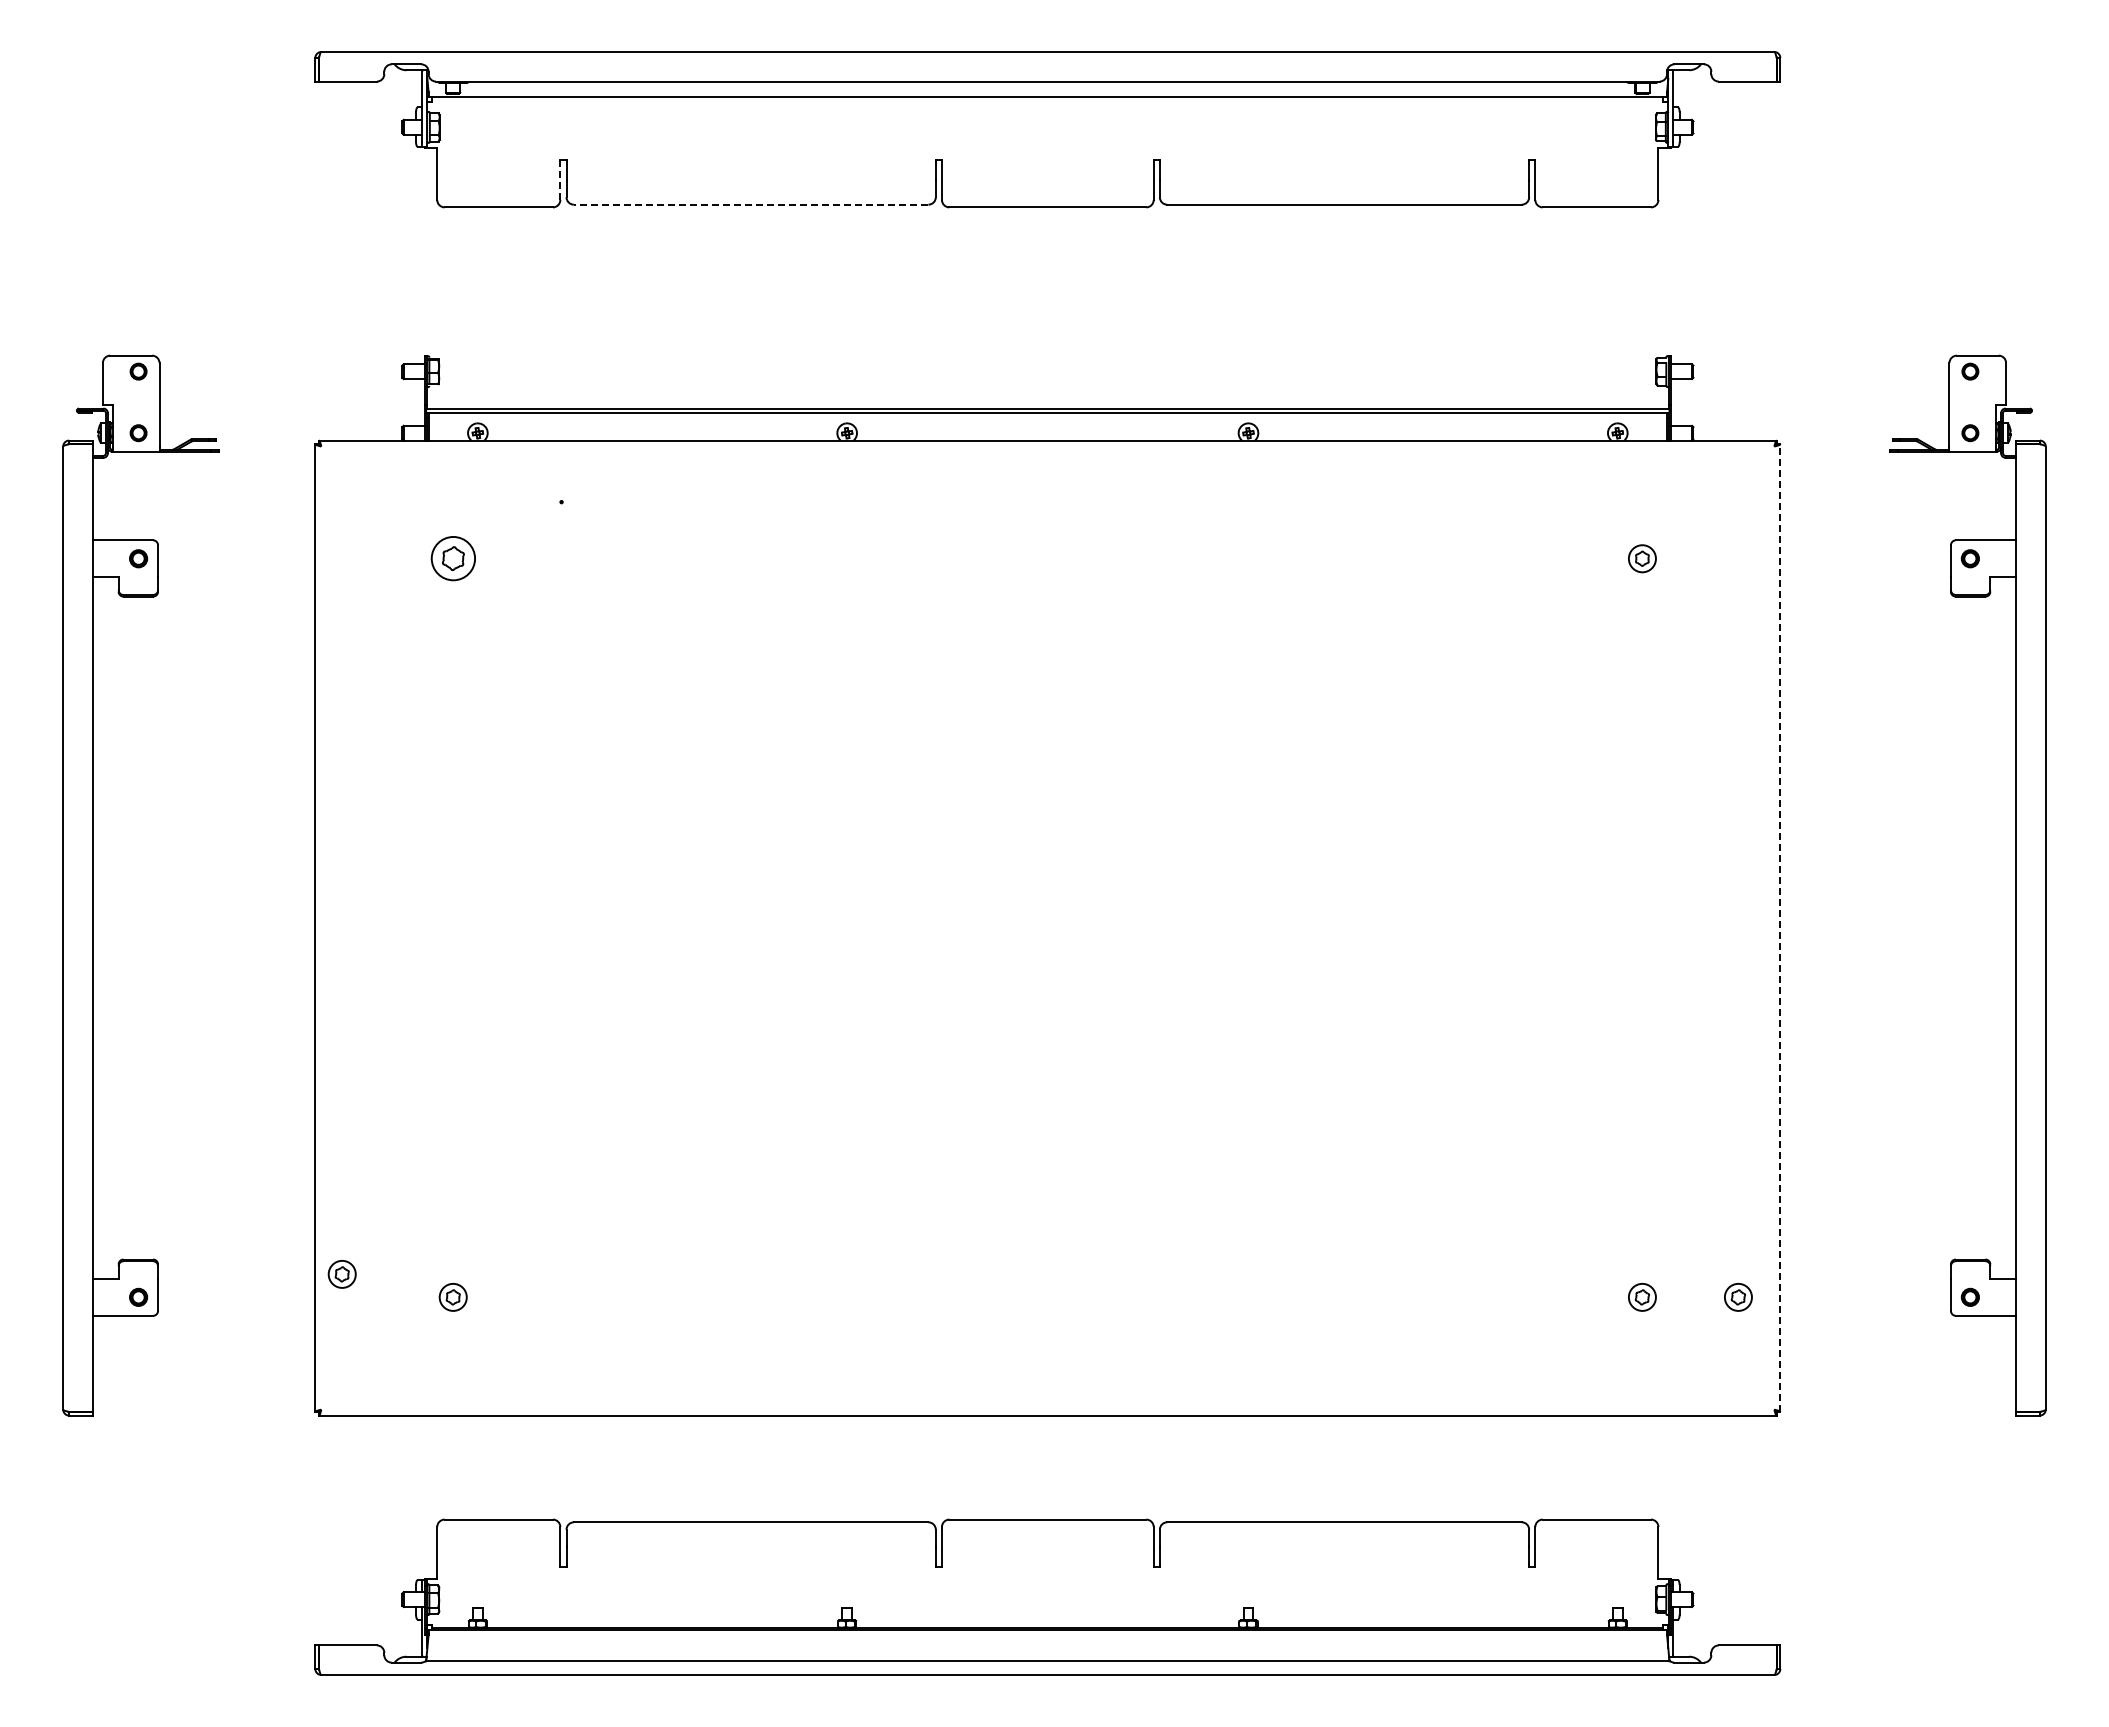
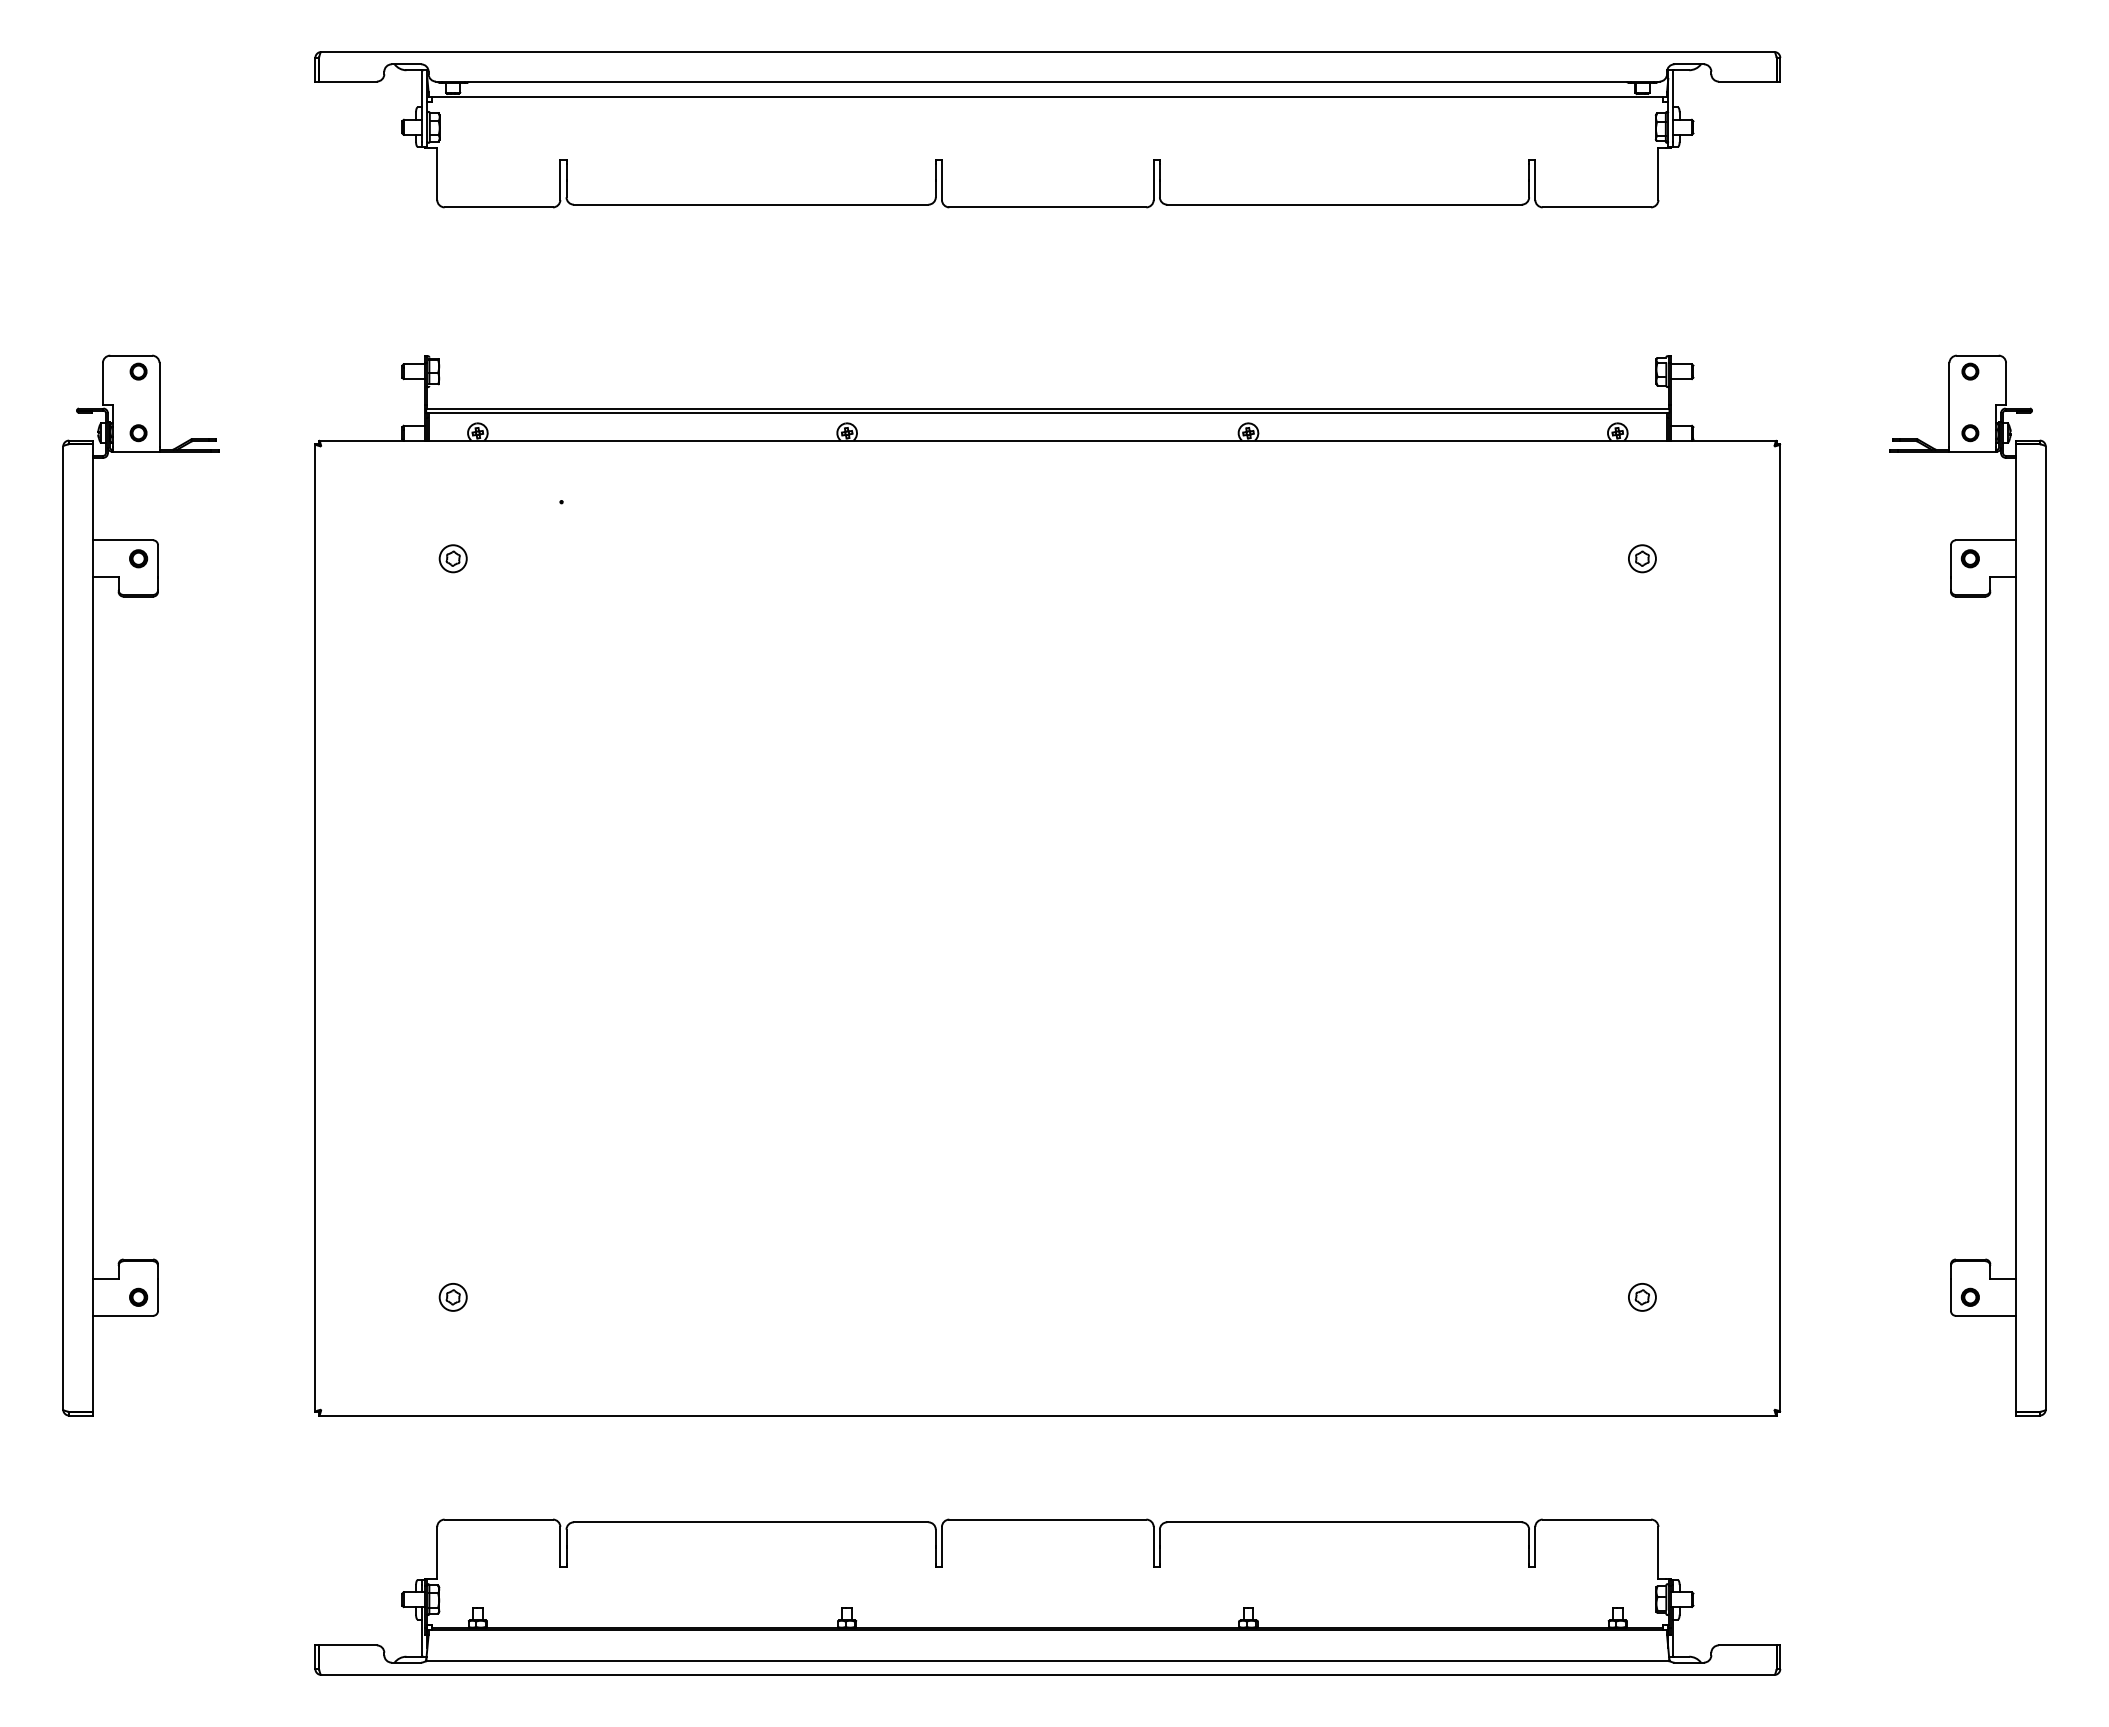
line at (560, 180): dashed -> solid
line at (750, 204): dashed -> solid
part at (452, 558) size: 46x46 px -> 30x30 px
line at (1780, 928): dashed -> solid
part at (341, 1274): present -> none
part at (1738, 1297): present -> none
